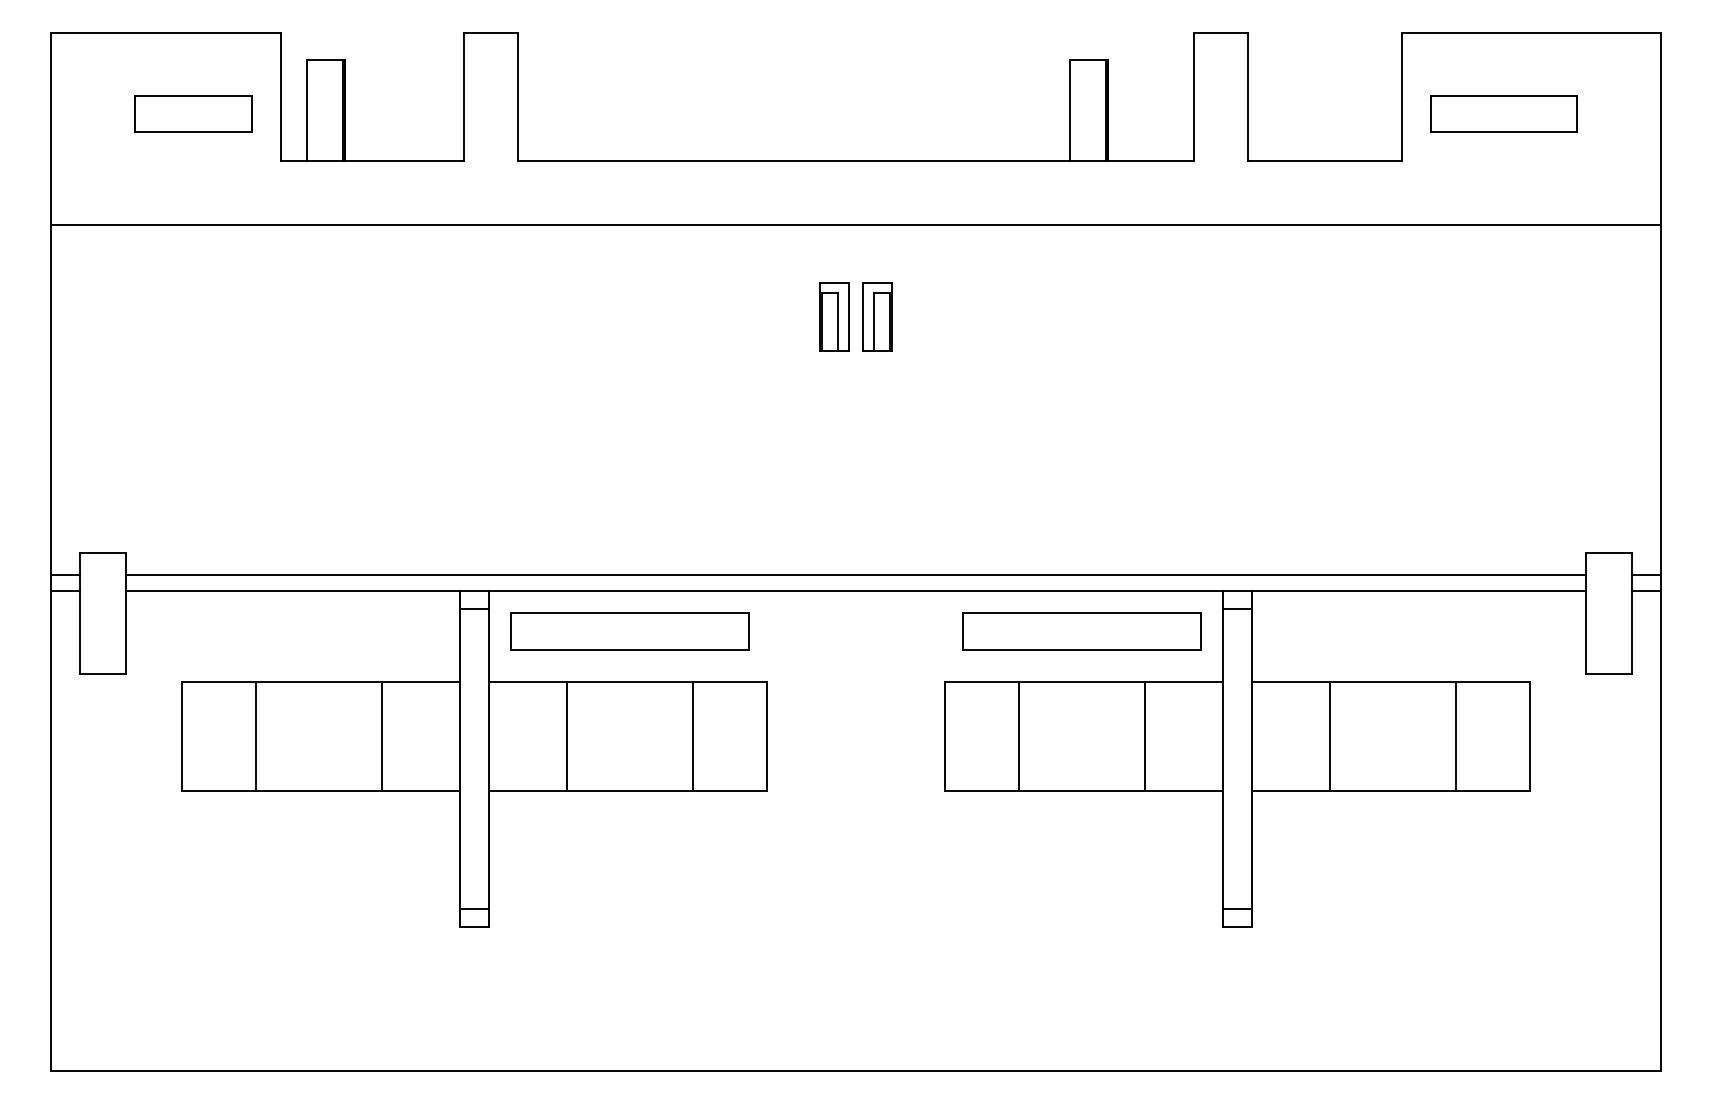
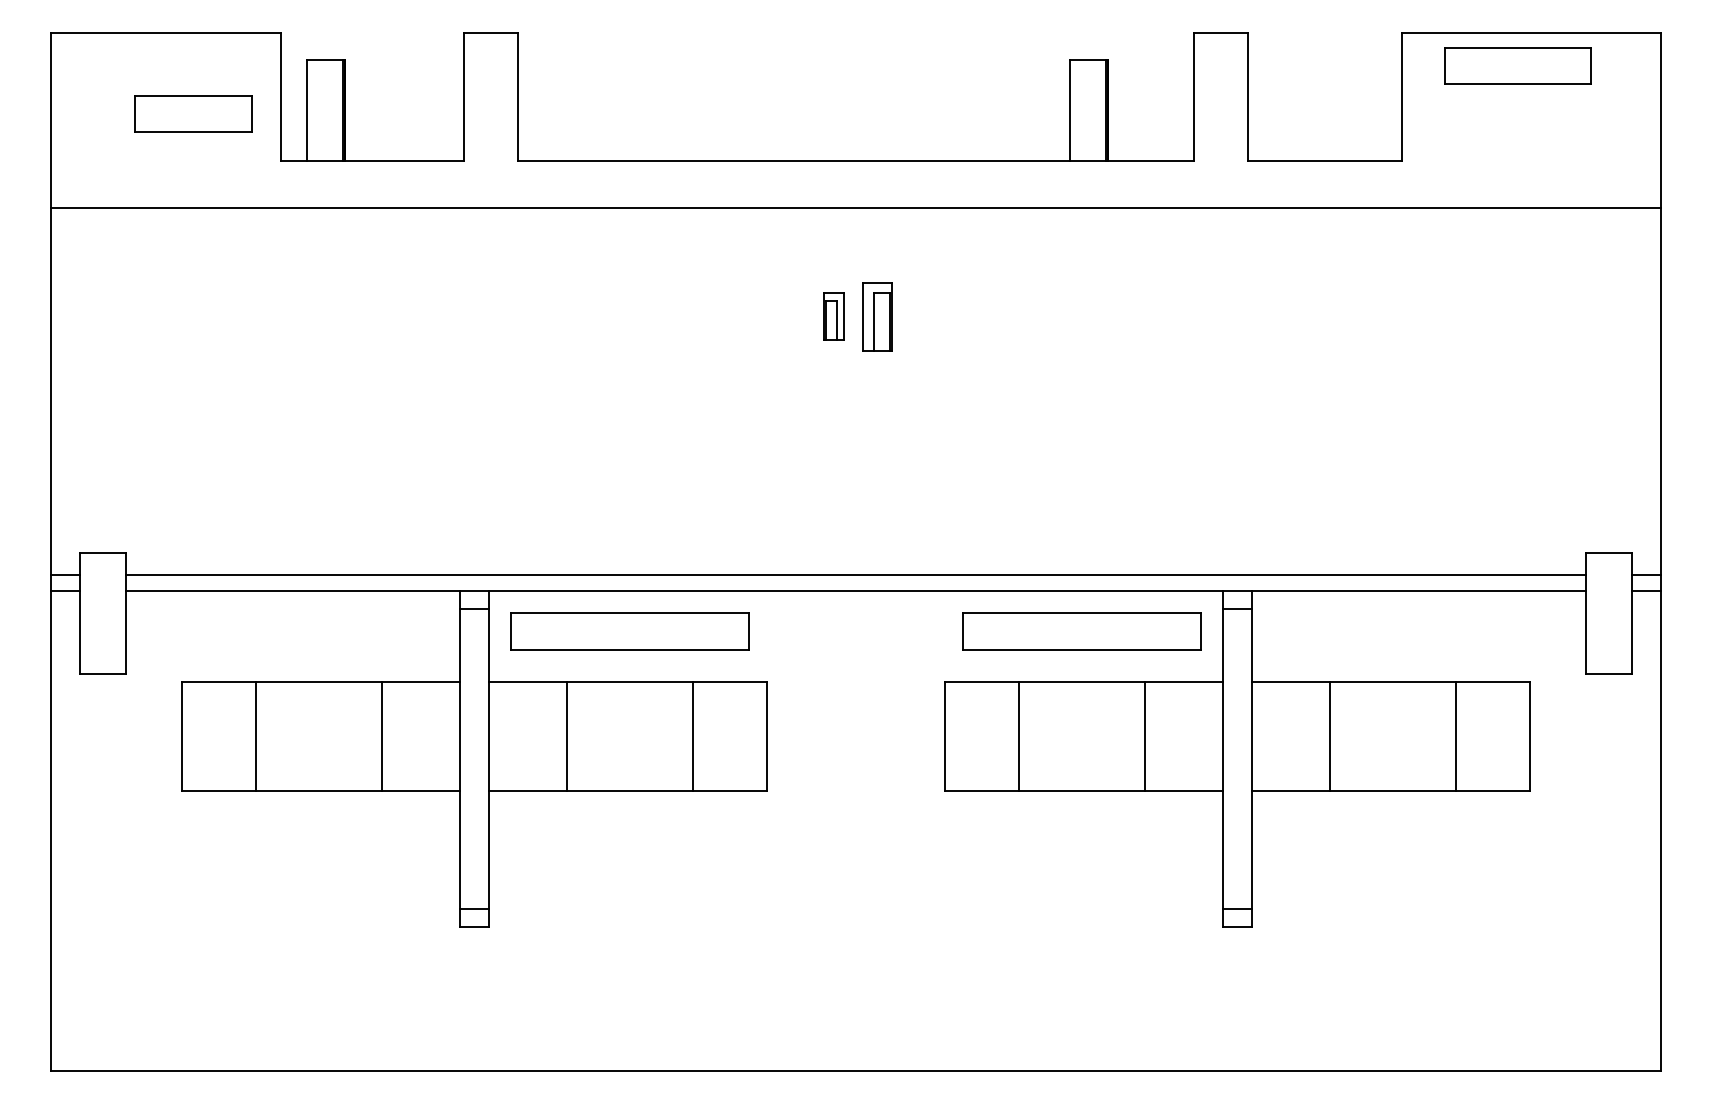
part at (1503, 113) position: (1503, 113) -> (1517, 65)
line at (855, 224) position: (855, 224) -> (855, 207)
part at (834, 316) size: 31x70 px -> 22x49 px
